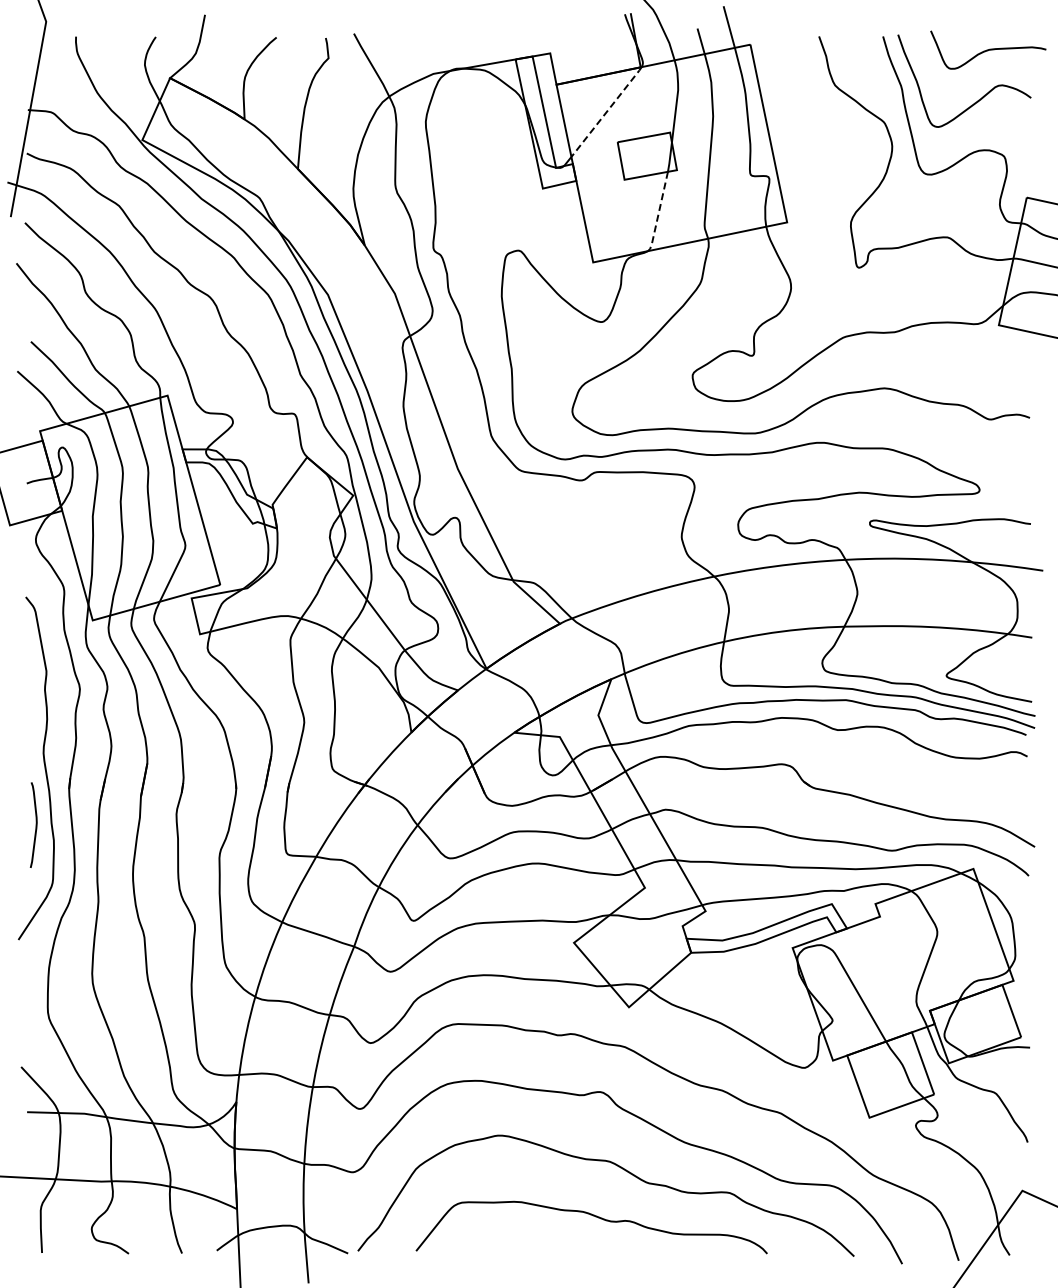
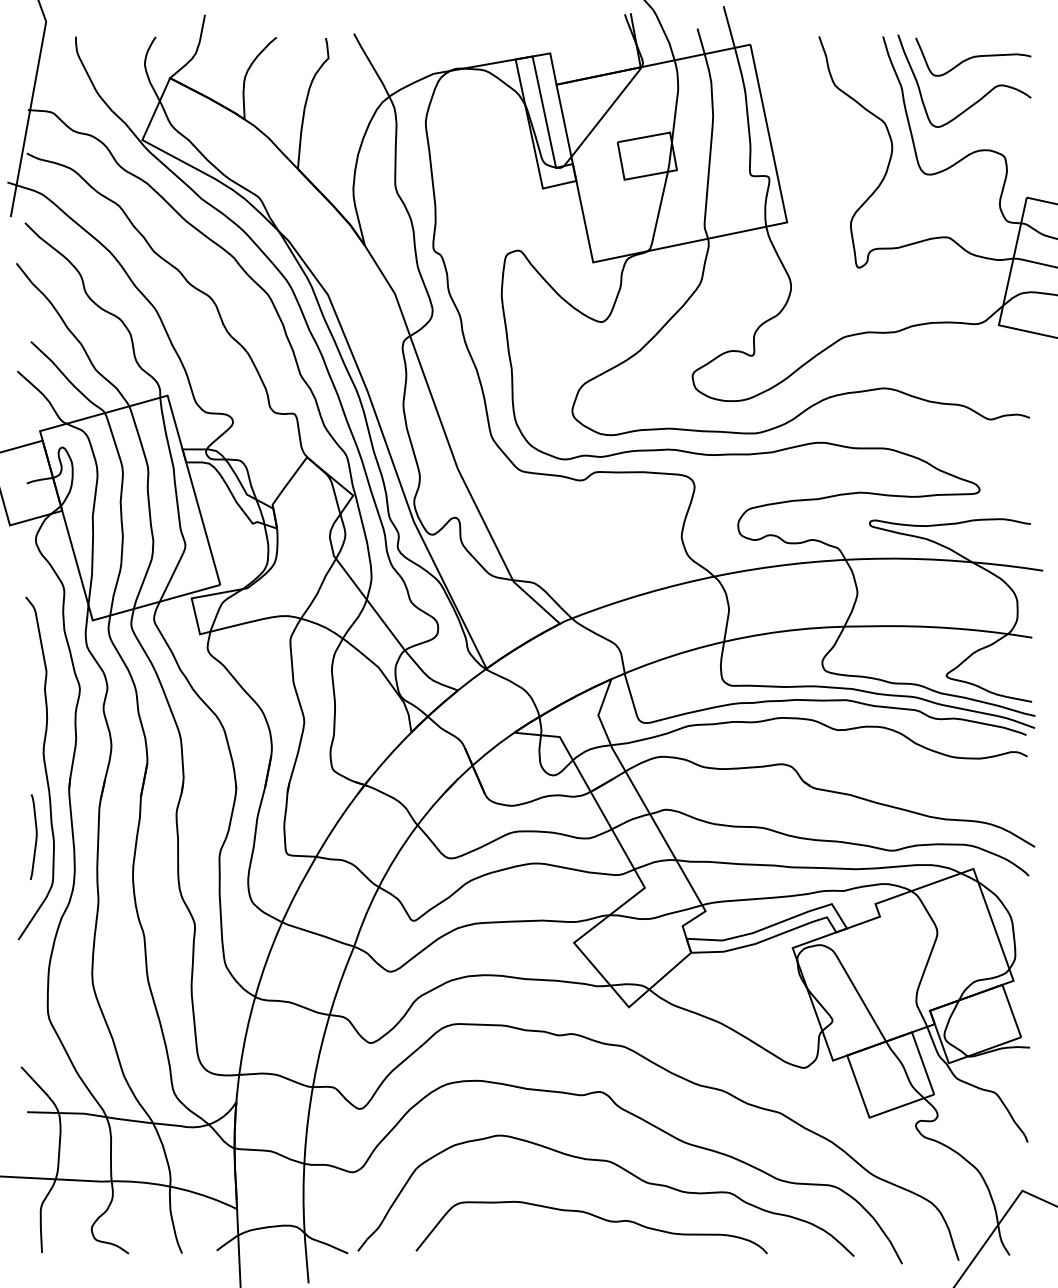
curve at (988, 49) position: (988, 49) -> (973, 56)
line at (607, 111): dashed -> solid
line at (658, 213): dashed -> solid
curve at (35, 824) position: (35, 824) -> (35, 836)
